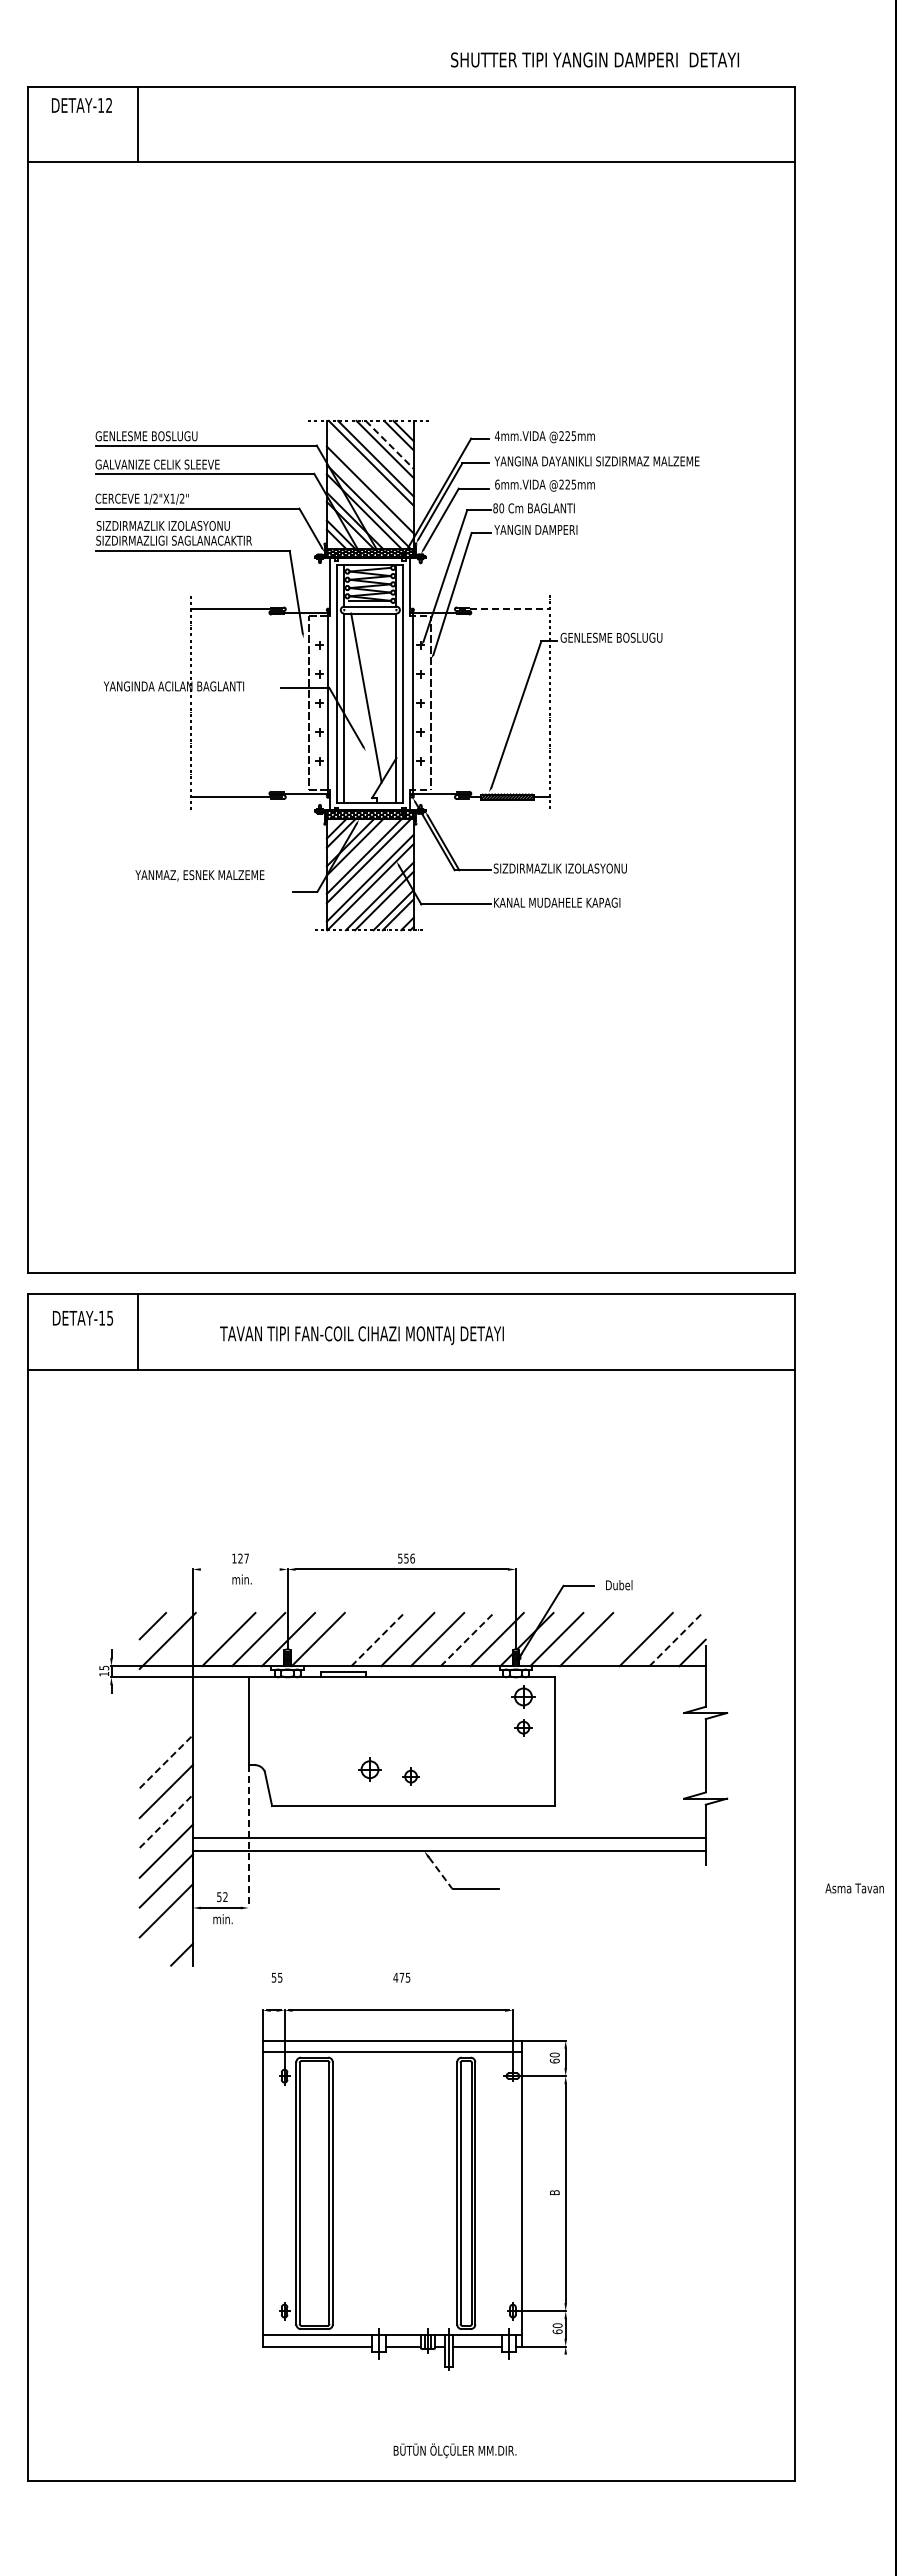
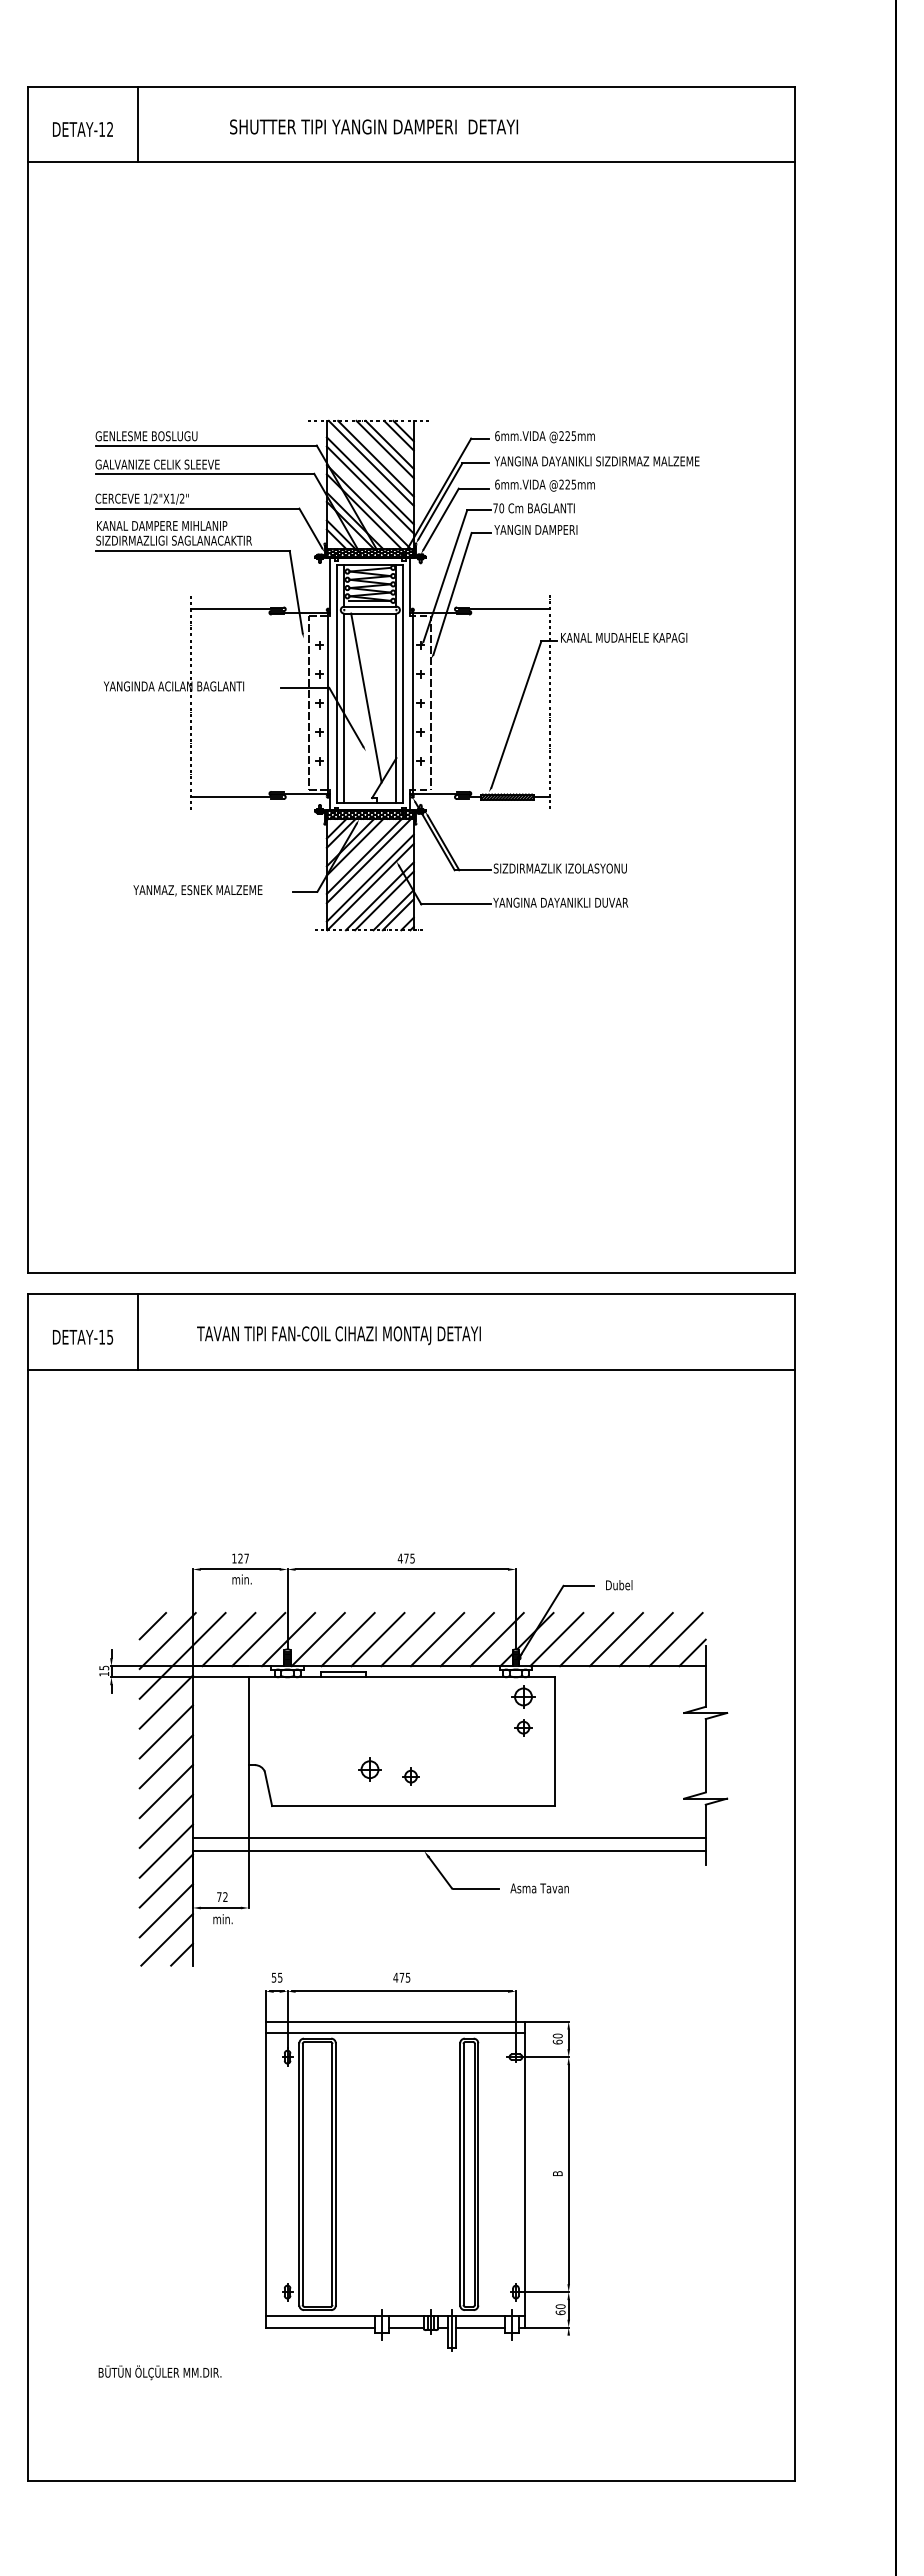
text at (594, 59) position: (594, 59) -> (373, 126)
text at (81, 105) position: (81, 105) -> (82, 129)
text at (497, 436): 4mm.VIDA -> 6mm.VIDA
line at (389, 444): dashed -> solid
line at (369, 480): none -> present
text at (495, 508): 80 -> 70
text at (162, 525): SIZDIRMAZLIK IZOLASYONU -> KANAL DAMPERE MIHLANIP
line at (504, 609): dashed -> solid
text at (623, 637): GENLESME BOSLUGU -> KANAL MUDAHELE KAPAGI
text at (199, 875) position: (199, 875) -> (197, 890)
text at (560, 902): KANAL MUDAHELE KAPAGI -> YANGINA DAYANIKLI DUVAR
text at (83, 1318) position: (83, 1318) -> (83, 1337)
text at (361, 1335) position: (361, 1335) -> (338, 1335)
text at (405, 1558): 556 -> 475
line at (239, 1569): none -> present
line at (347, 1639): none -> present
line at (377, 1639): dashed -> solid
line at (467, 1639): dashed -> solid
line at (615, 1639): none -> present
line at (676, 1639): dashed -> solid
line at (182, 1655): none -> present
line at (165, 1701): none -> present
line at (165, 1731): none -> present
line at (166, 1761): dashed -> solid
line at (166, 1821): dashed -> solid
line at (248, 1837): dashed -> solid
line at (440, 1873): dashed -> solid
text at (854, 1888) position: (854, 1888) -> (539, 1888)
text at (219, 1897): 52 -> 72
line at (166, 1939): none -> present
part at (414, 2189) position: (414, 2189) -> (417, 2170)
text at (454, 2450) position: (454, 2450) -> (159, 2372)
